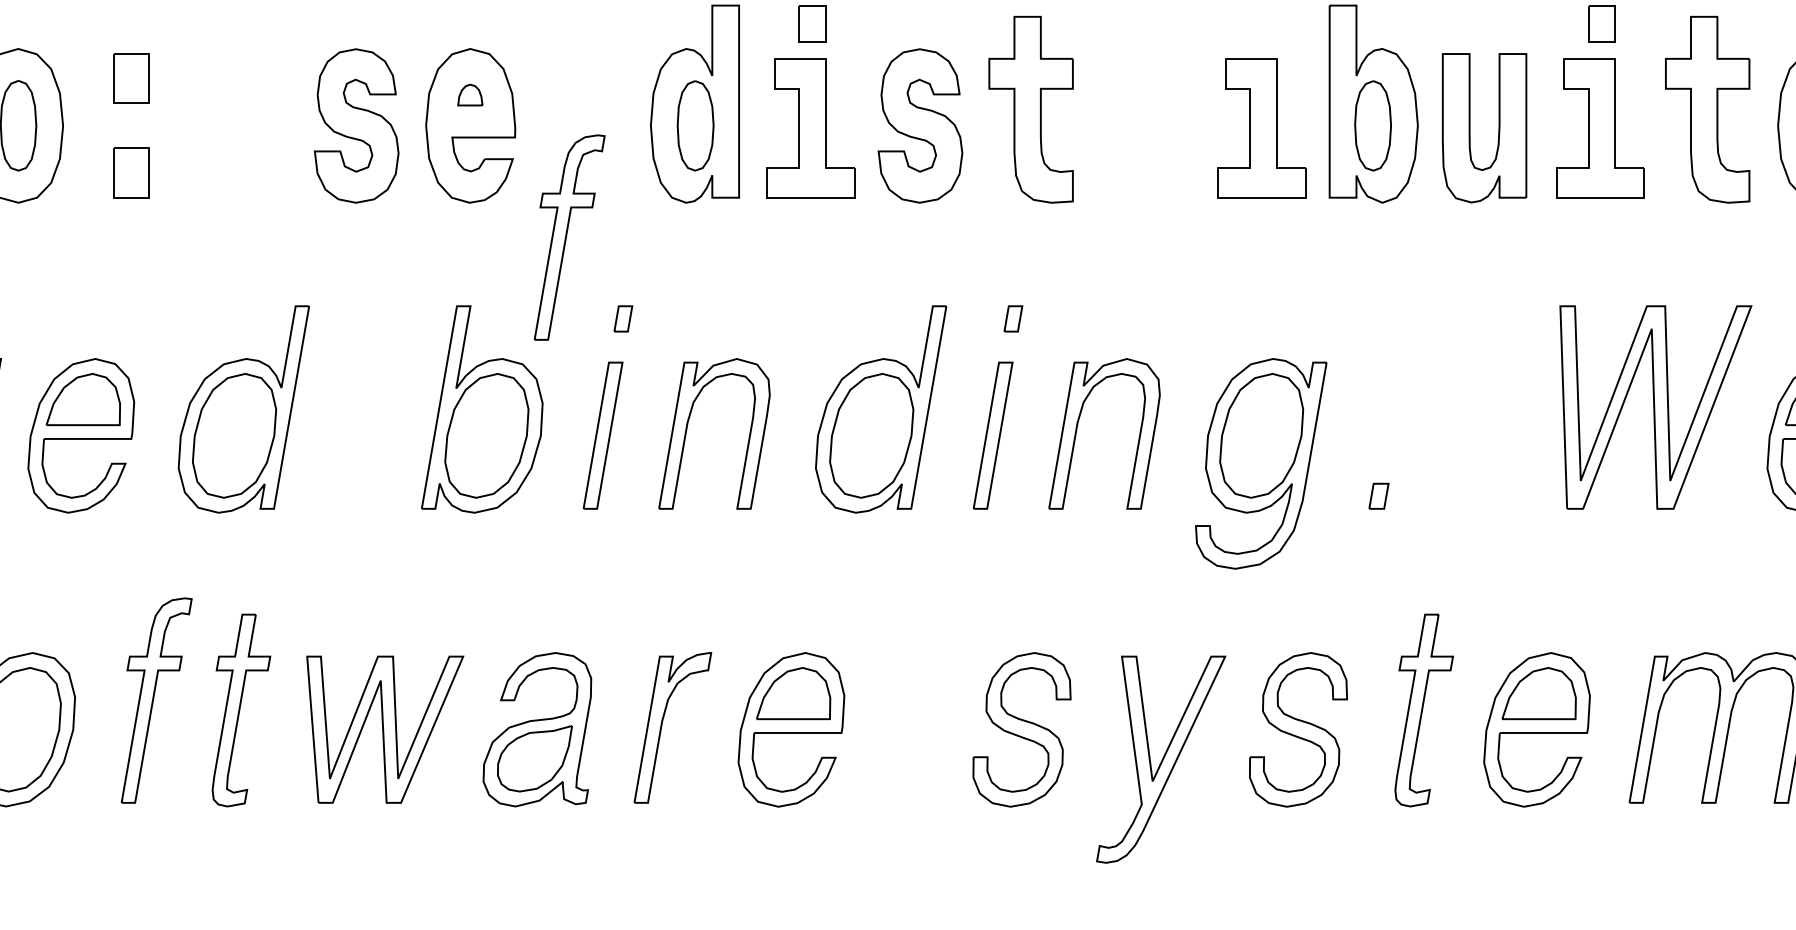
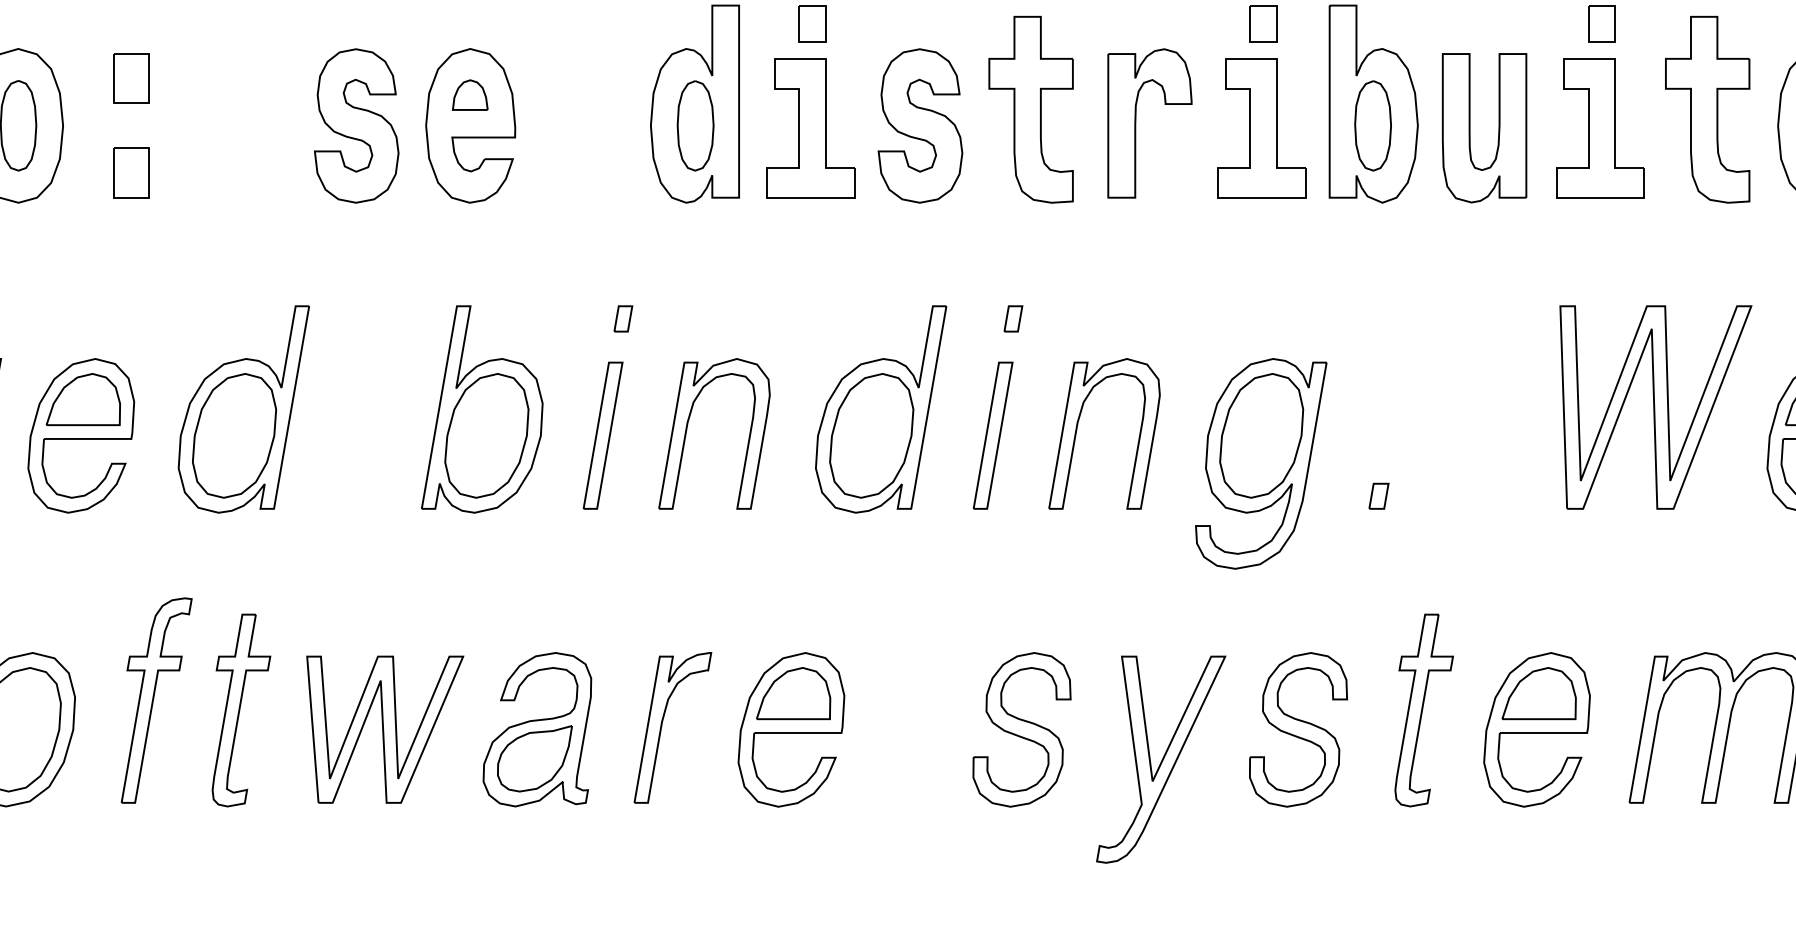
part at (1263, 23): none -> present
part at (470, 94) size: 27x24 px -> 37x32 px
part at (1136, 123): none -> present
part at (569, 237): present -> none
